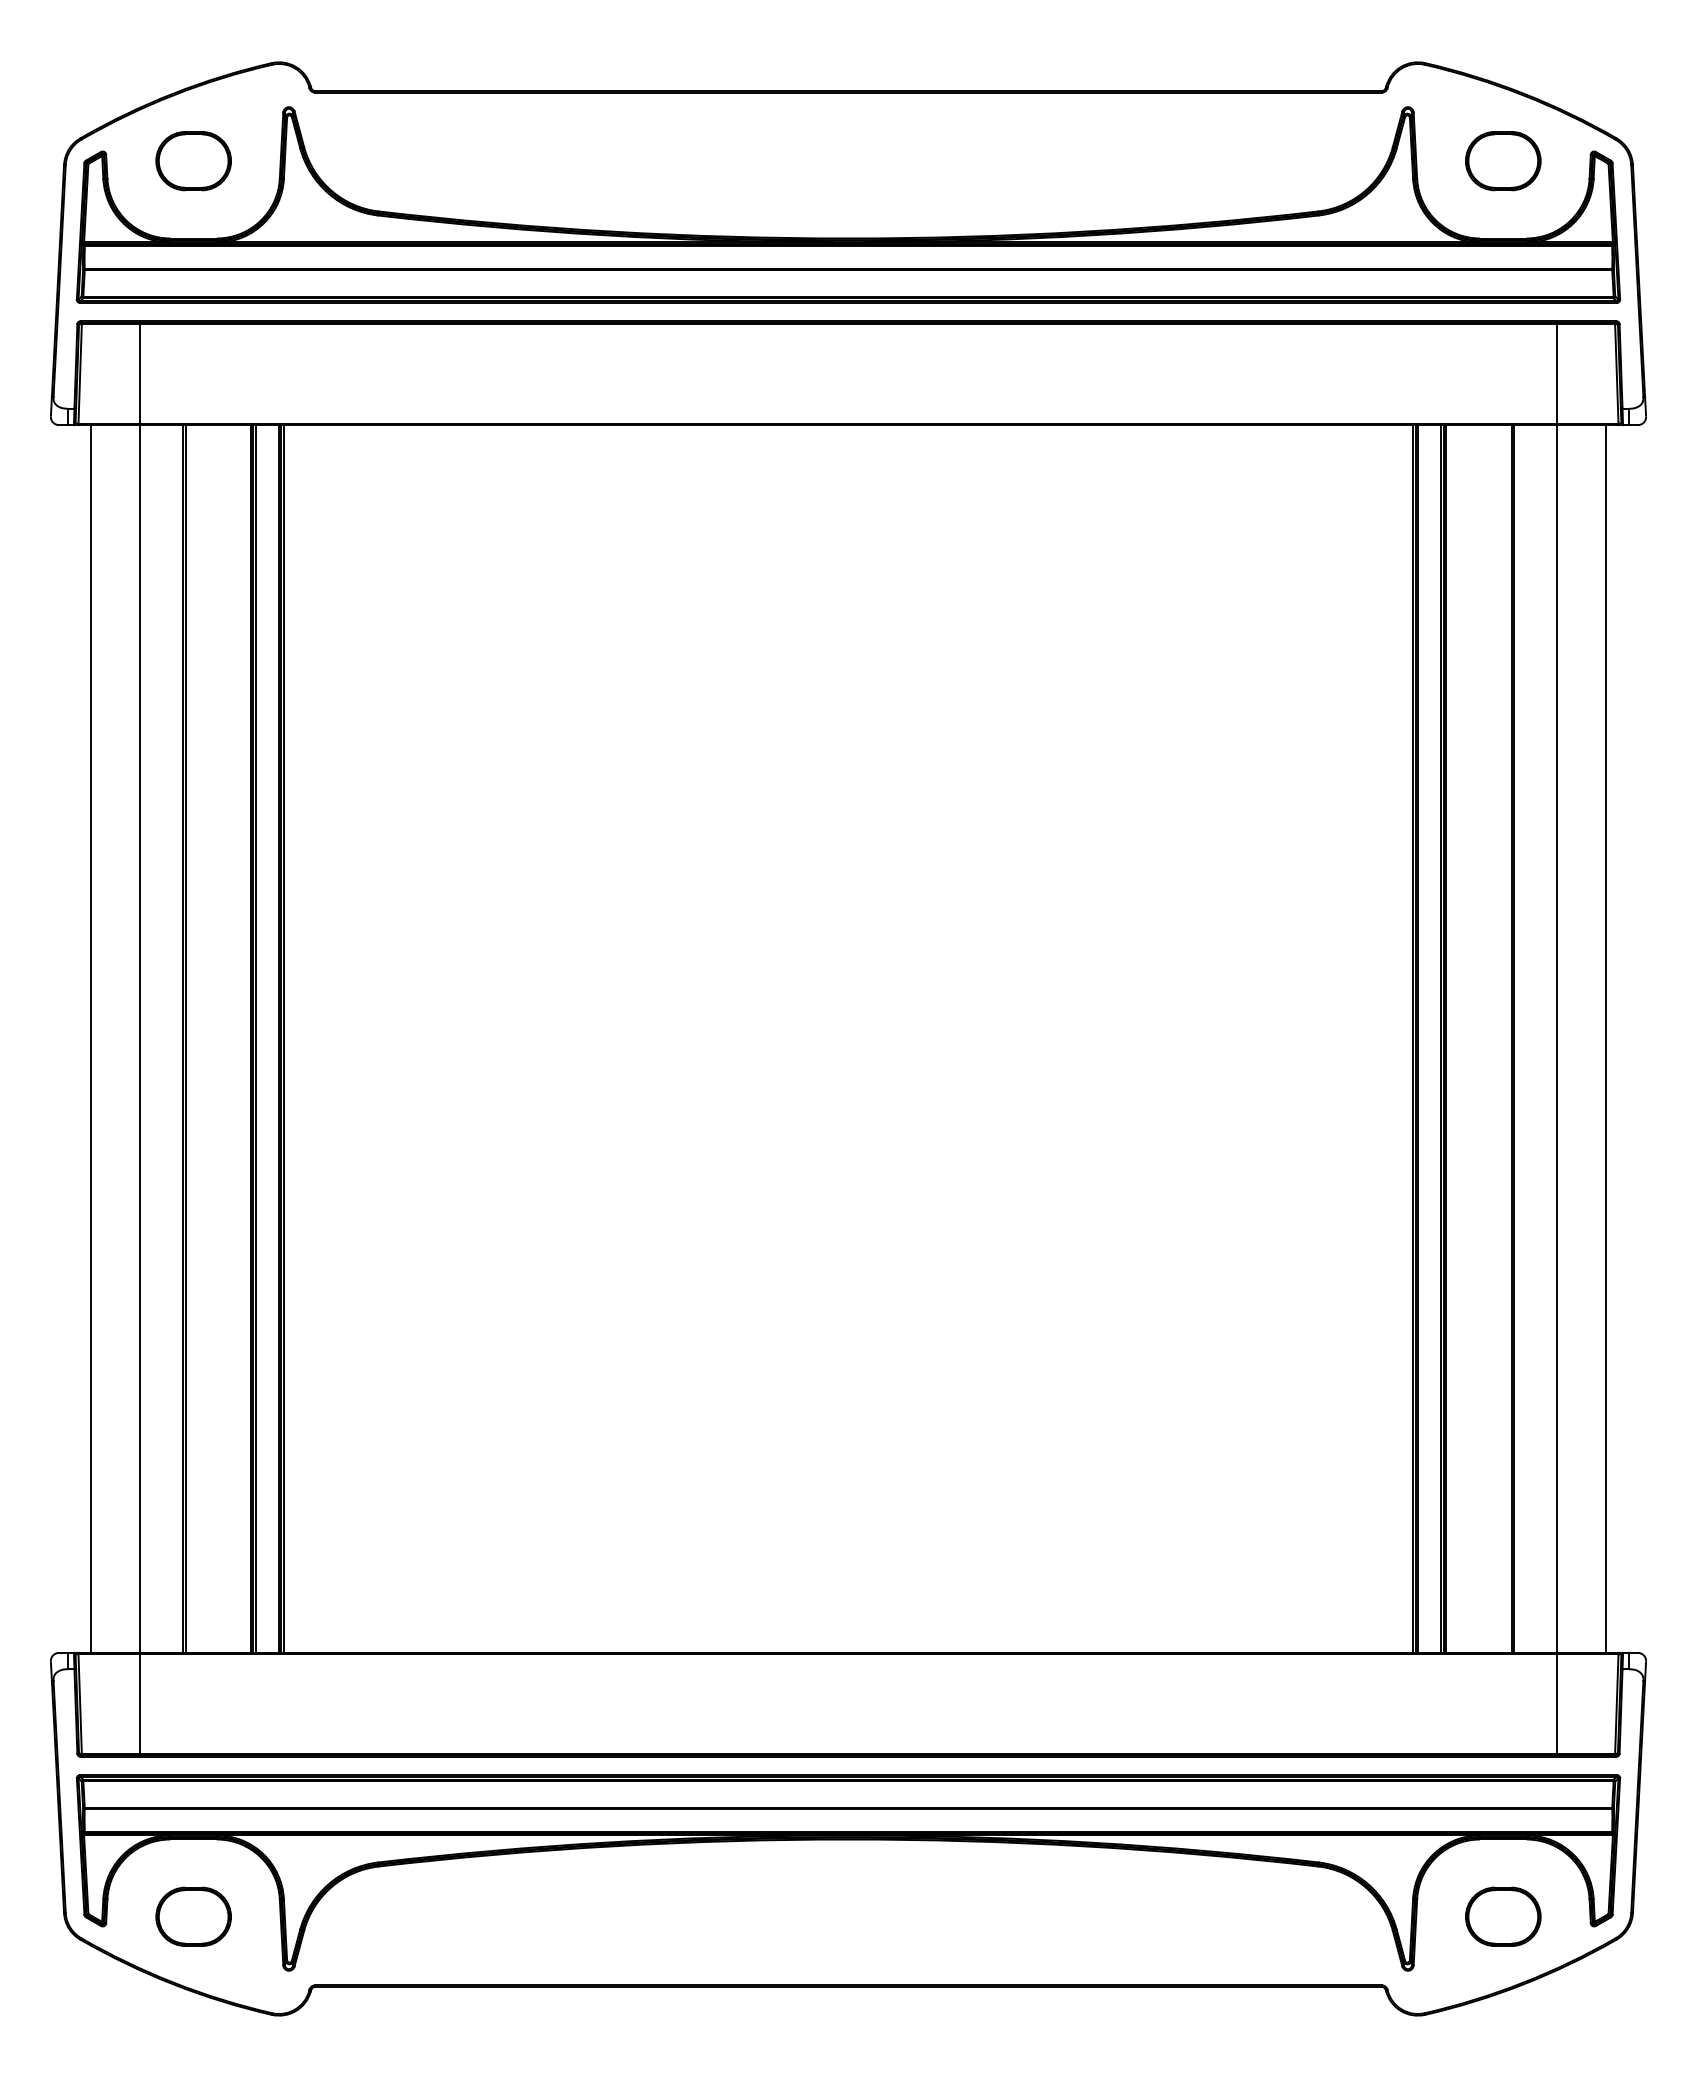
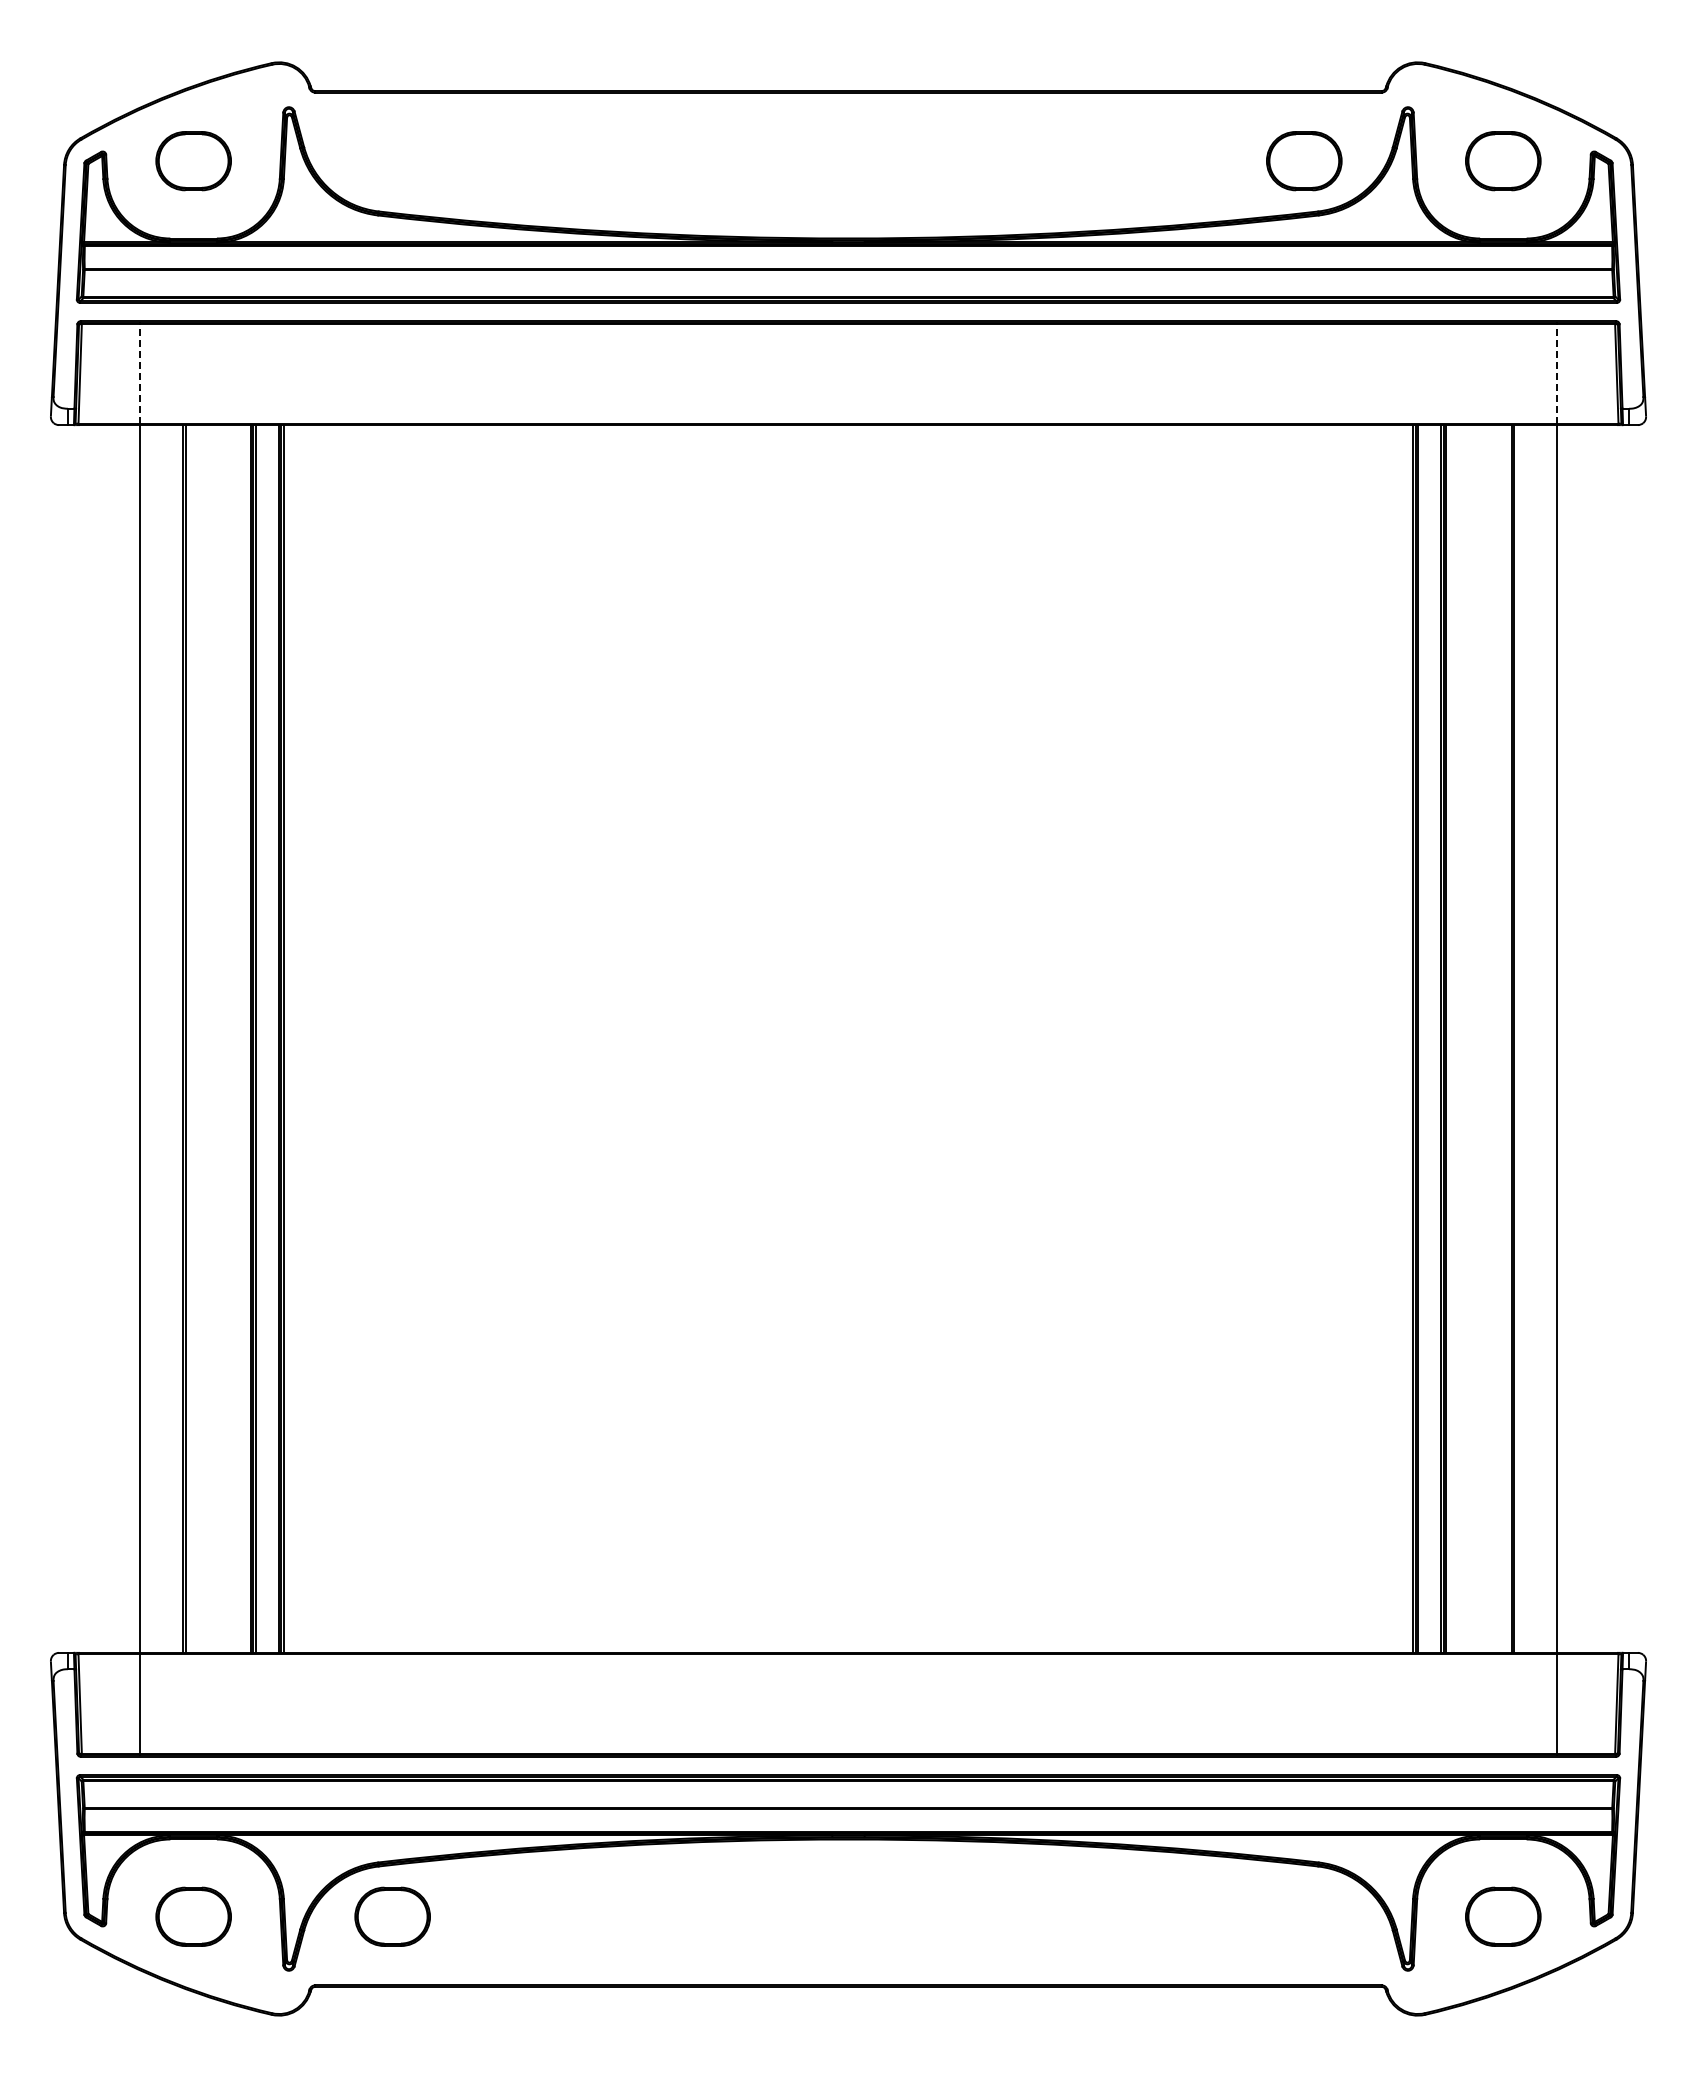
part at (1304, 161): none -> present
line at (140, 373): solid -> dashed
line at (1556, 373): solid -> dashed
line at (91, 1038): present -> none
line at (1605, 1038): present -> none
part at (392, 1916): none -> present
